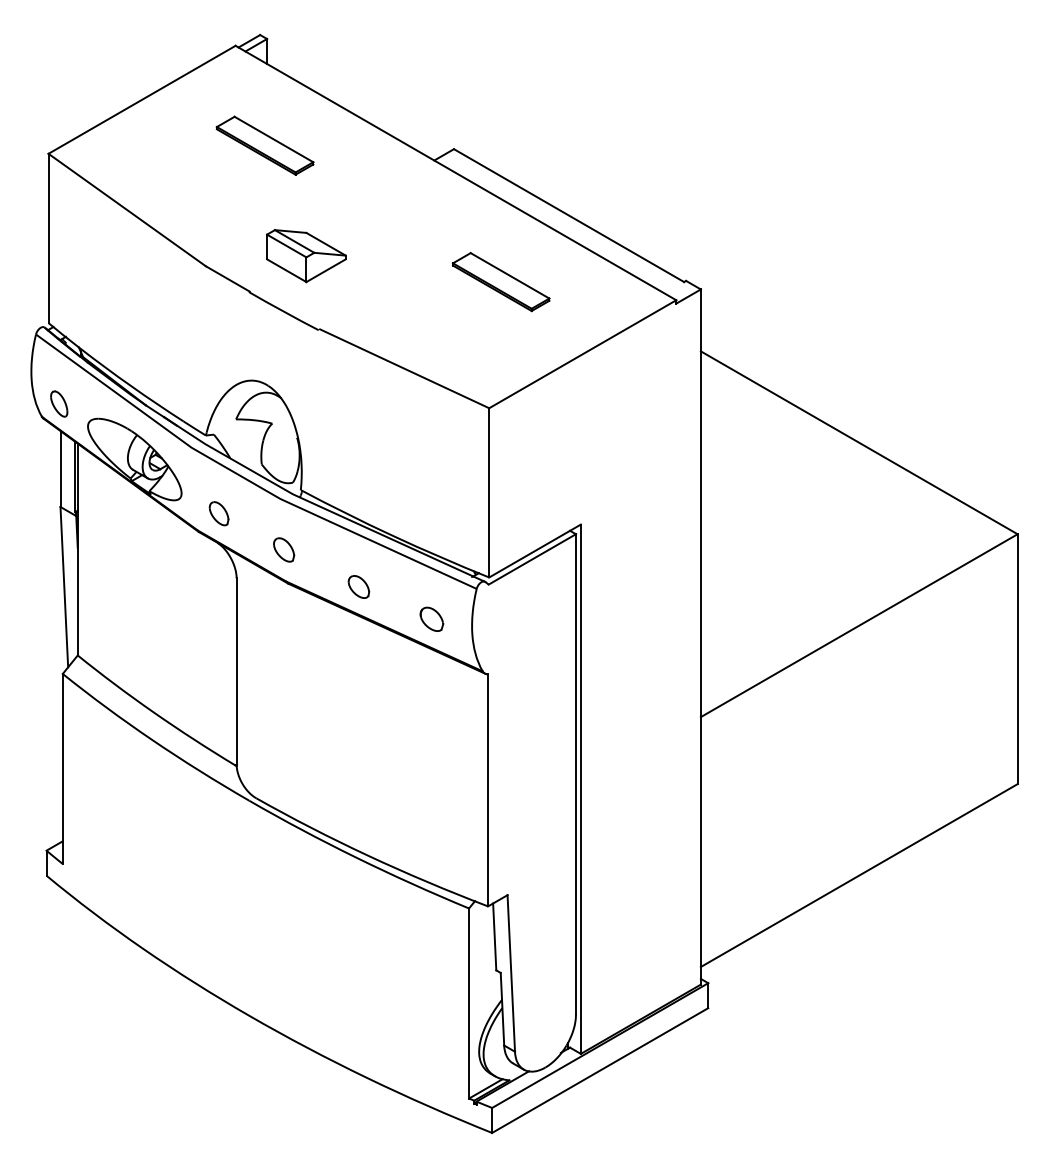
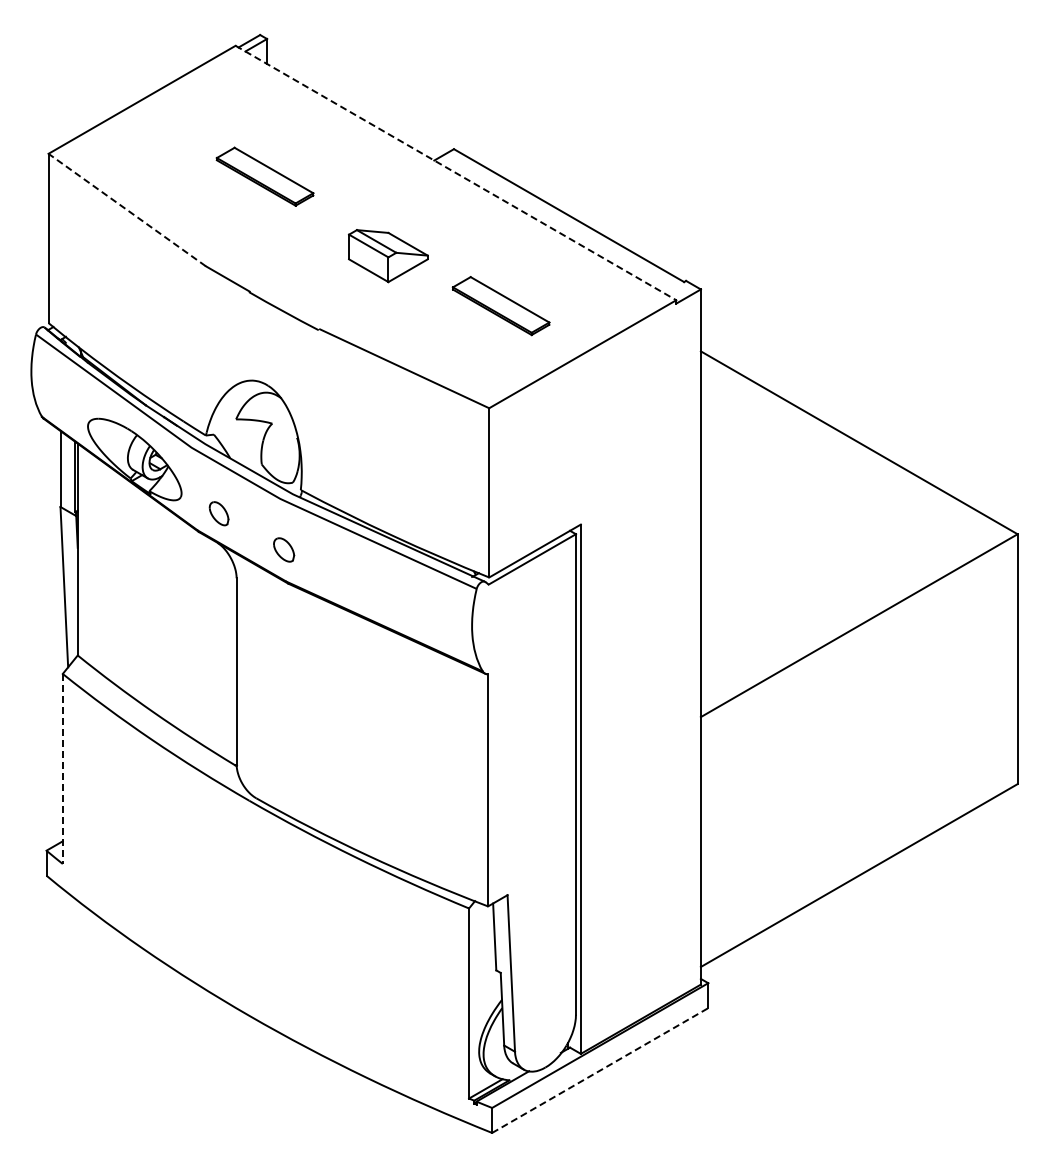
part at (264, 145) position: (264, 145) -> (264, 176)
line at (456, 173): solid -> dashed
line at (127, 210): solid -> dashed
part at (306, 256) position: (306, 256) -> (388, 256)
part at (500, 282) position: (500, 282) -> (500, 306)
part at (59, 403): present -> none
part at (358, 586): present -> none
part at (431, 618): present -> none
line at (62, 769): solid -> dashed
line at (600, 1070): solid -> dashed
